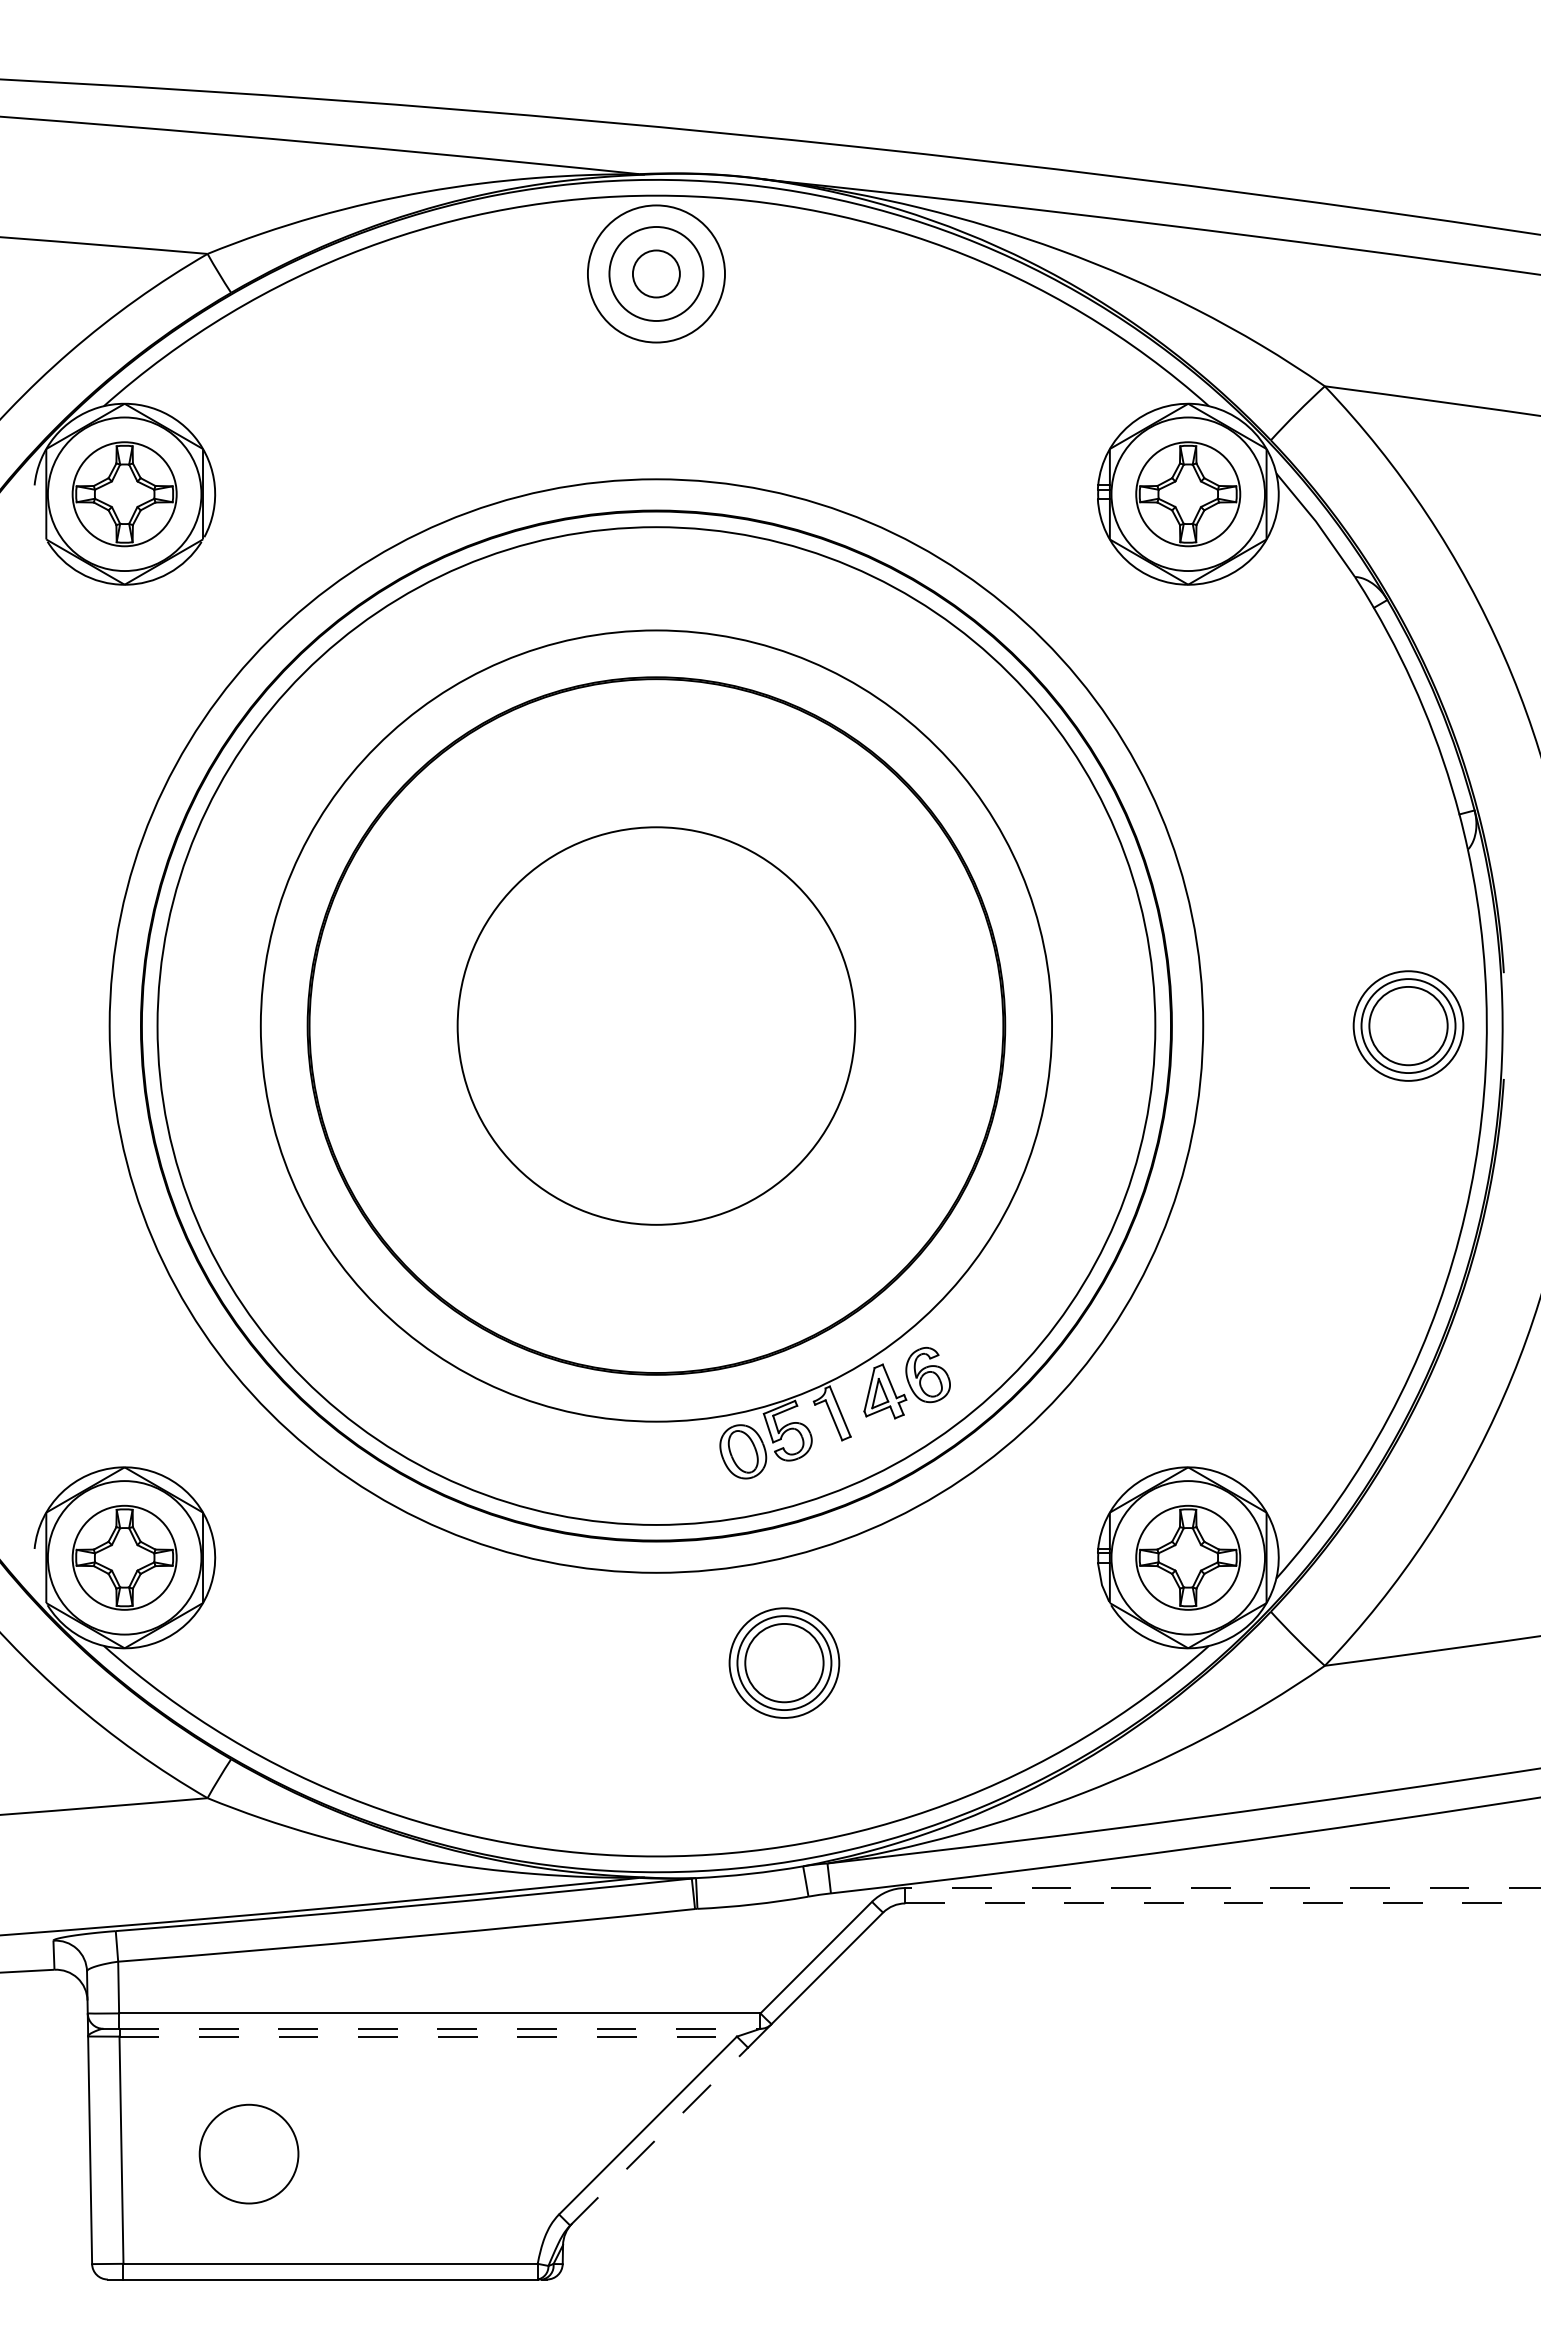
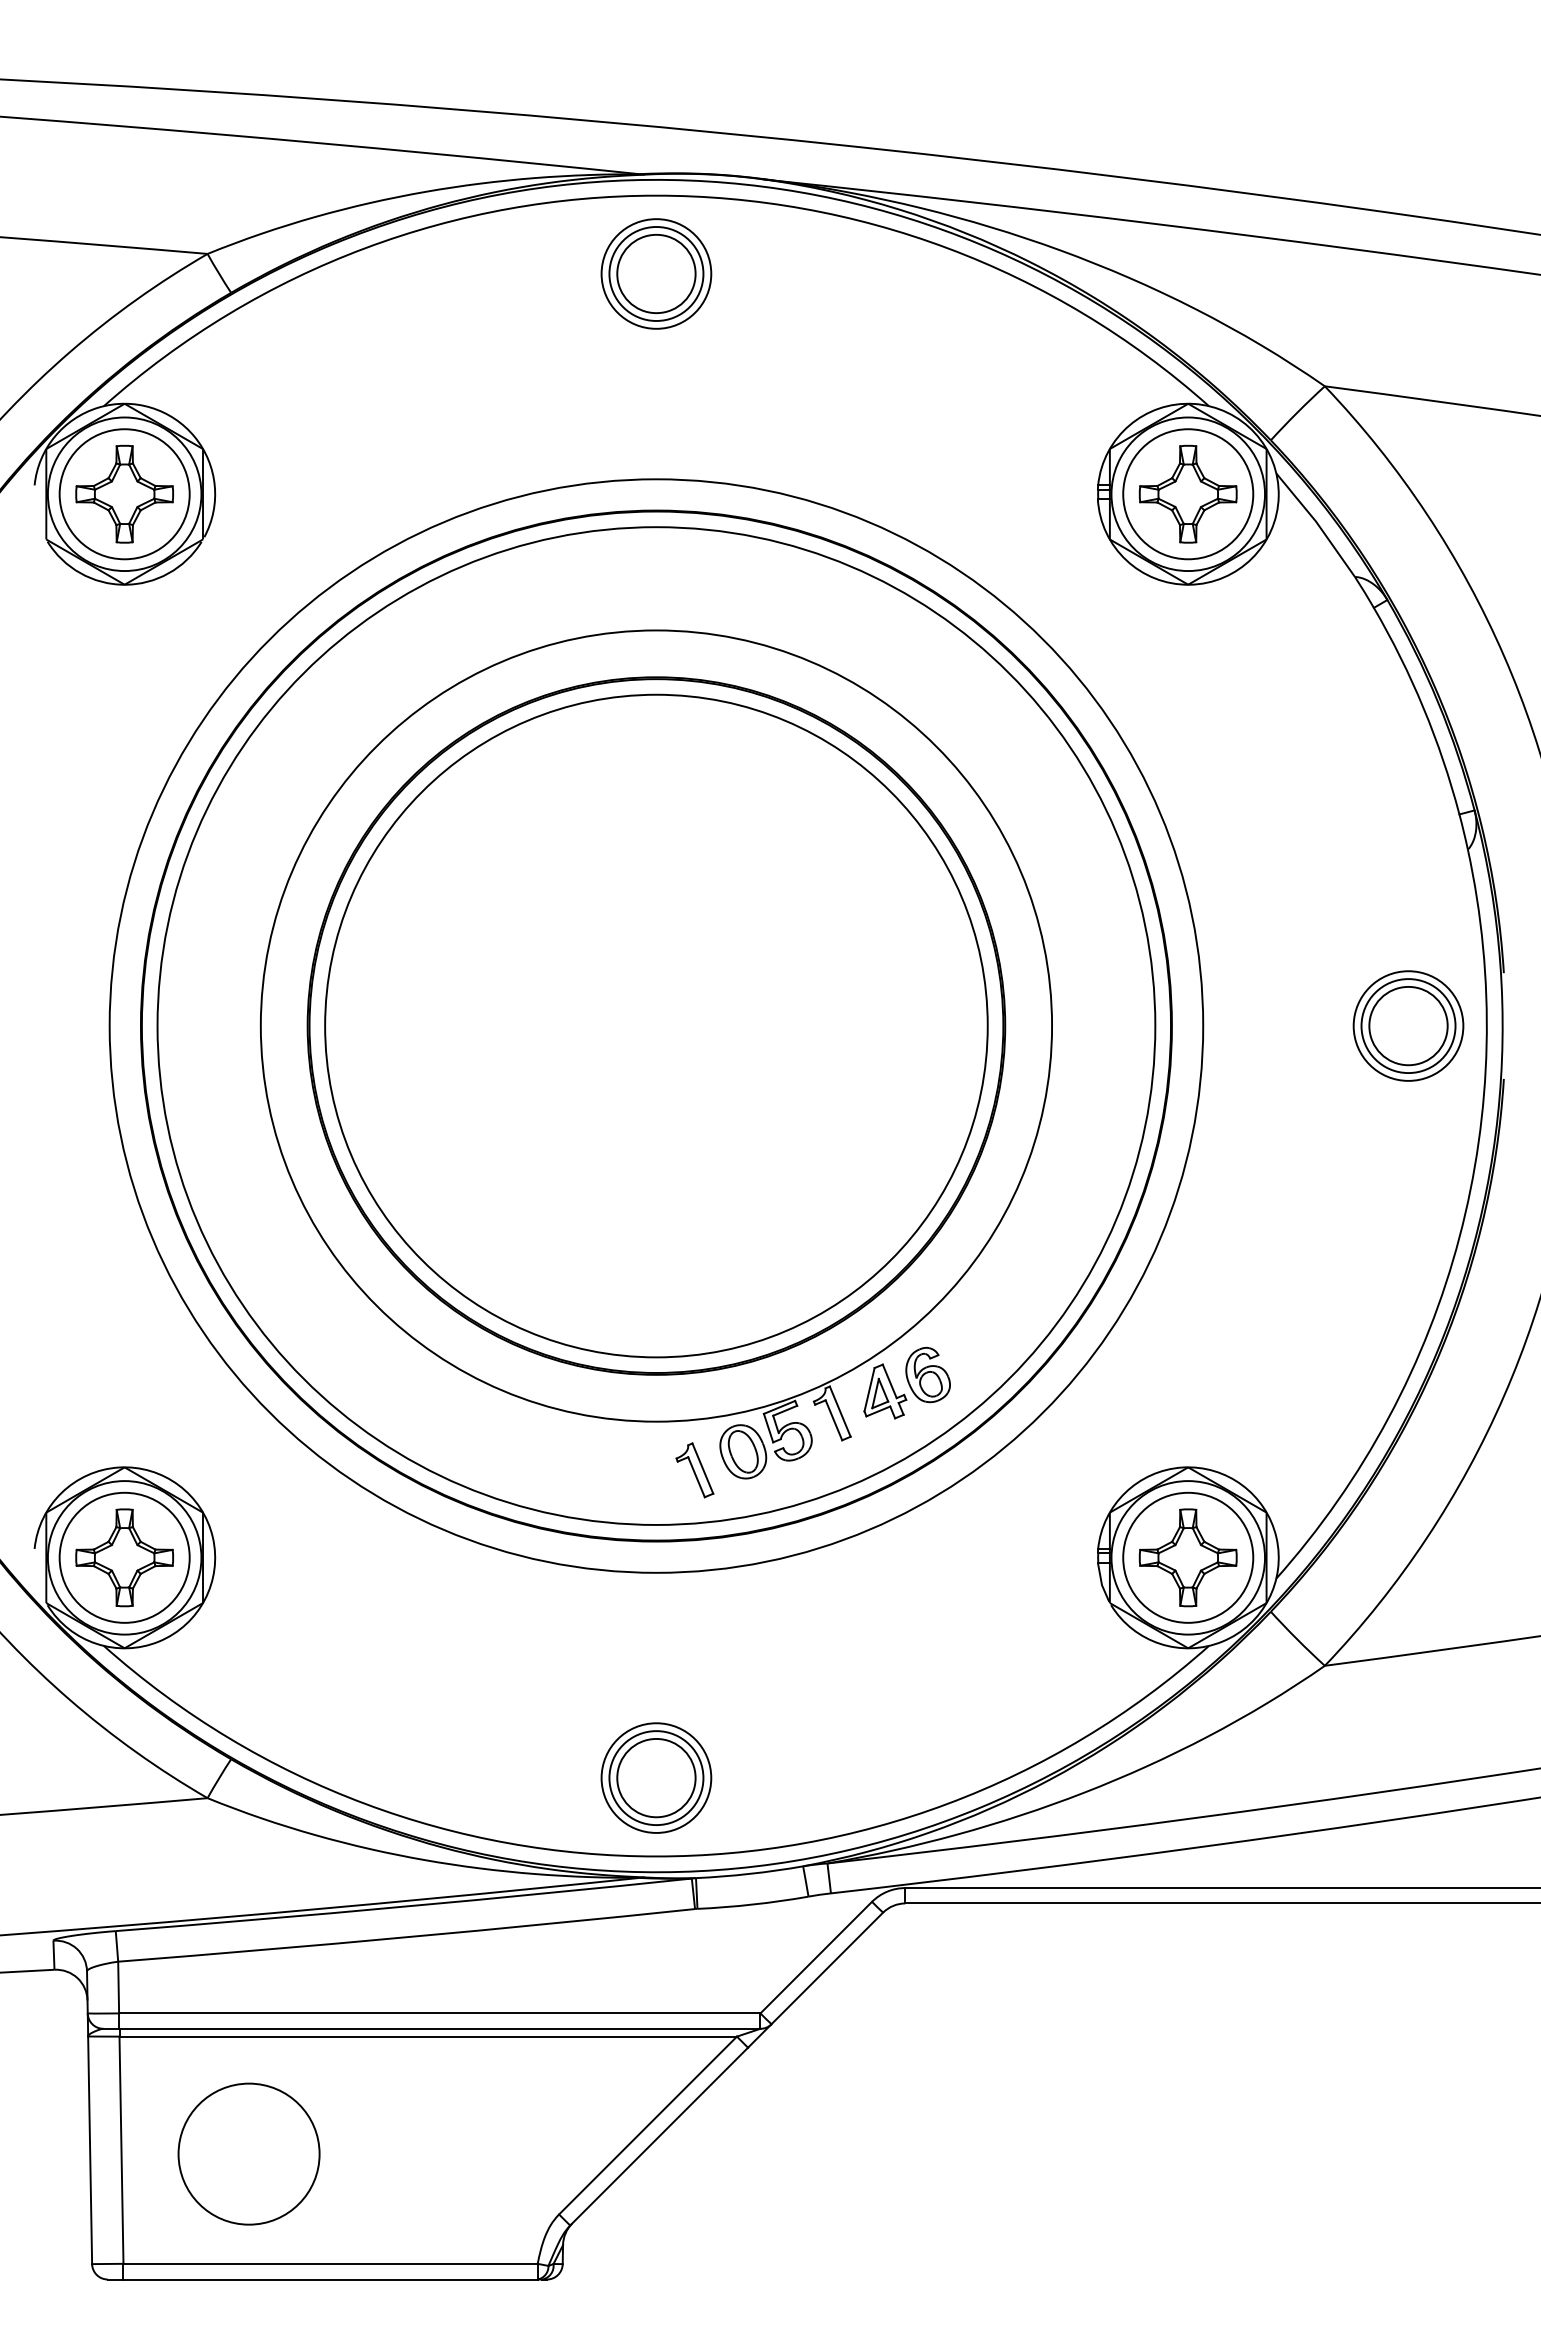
circle at (655, 273) diameter: 47 px -> 78 px
circle at (656, 273) diameter: 137 px -> 110 px
circle at (124, 494) diameter: 104 px -> 130 px
circle at (1188, 494) diameter: 104 px -> 130 px
circle at (656, 1025) diameter: 398 px -> 663 px
part at (694, 1470): none -> present
circle at (124, 1557) diameter: 104 px -> 130 px
circle at (1188, 1557) diameter: 104 px -> 130 px
part at (784, 1662) position: (784, 1662) -> (656, 1777)
line at (1222, 1888): dashed -> solid
line at (1223, 1903): dashed -> solid
line at (439, 2028): dashed -> solid
line at (428, 2036): dashed -> solid
line at (659, 2136): dashed -> solid
circle at (248, 2153) diameter: 99 px -> 141 px
